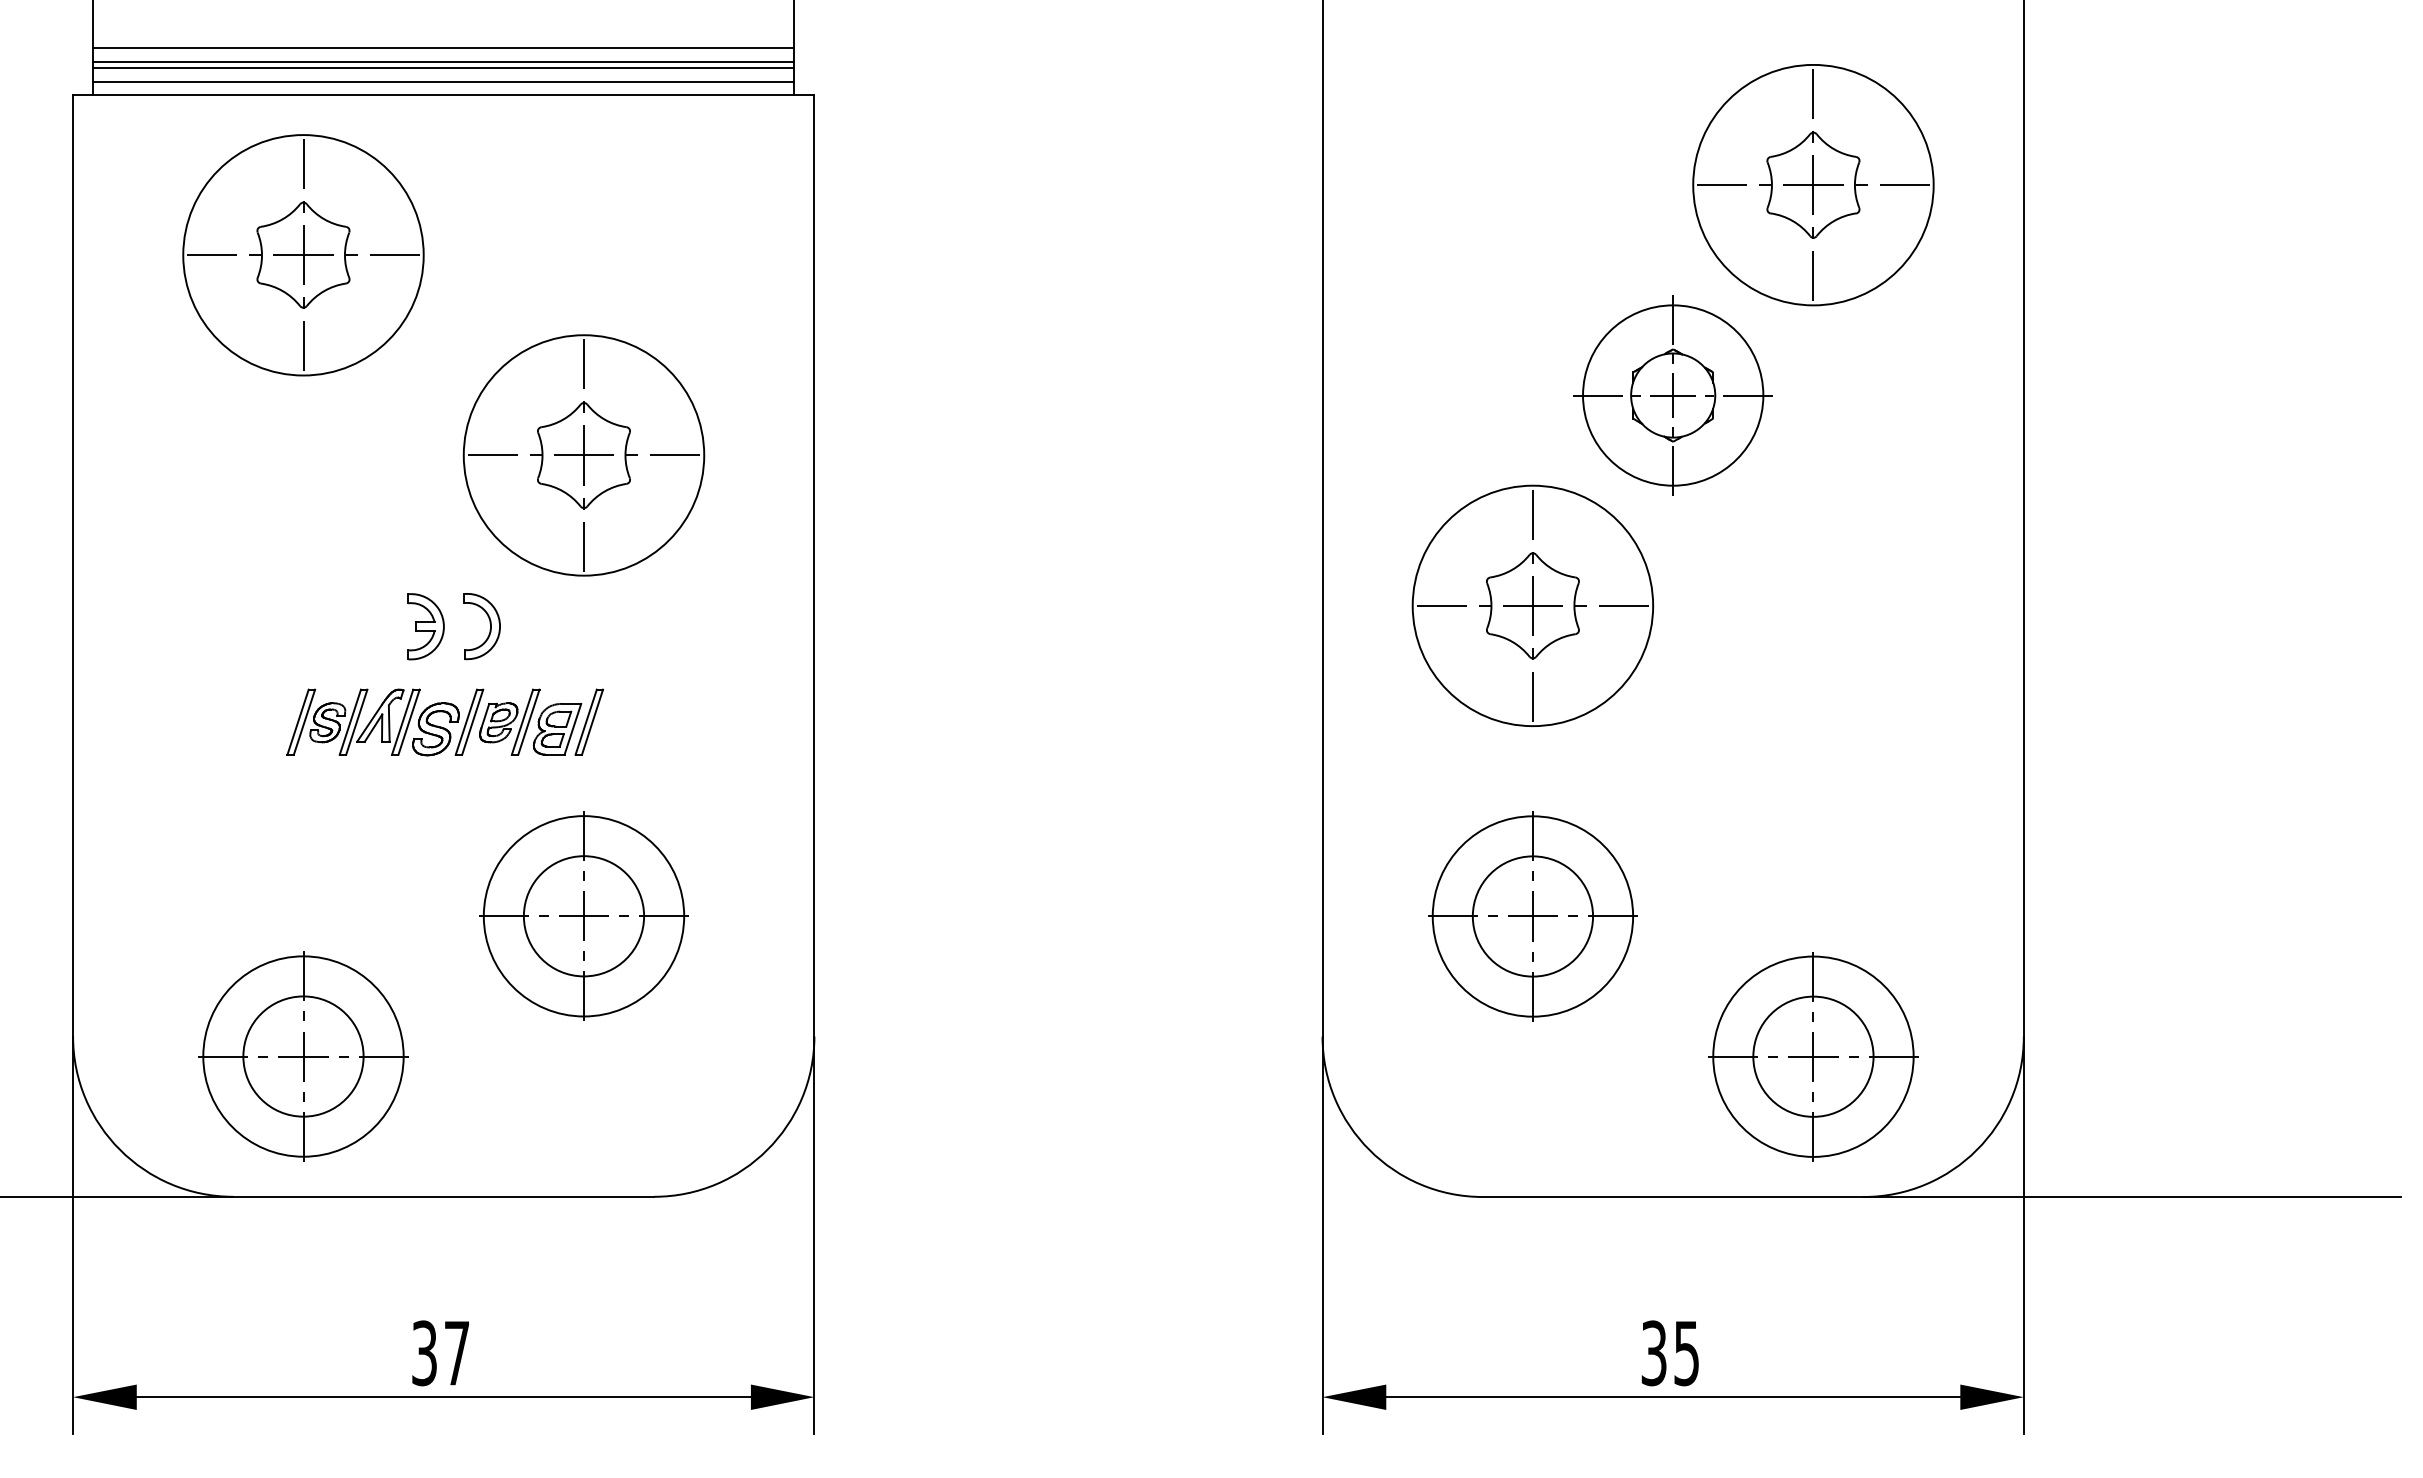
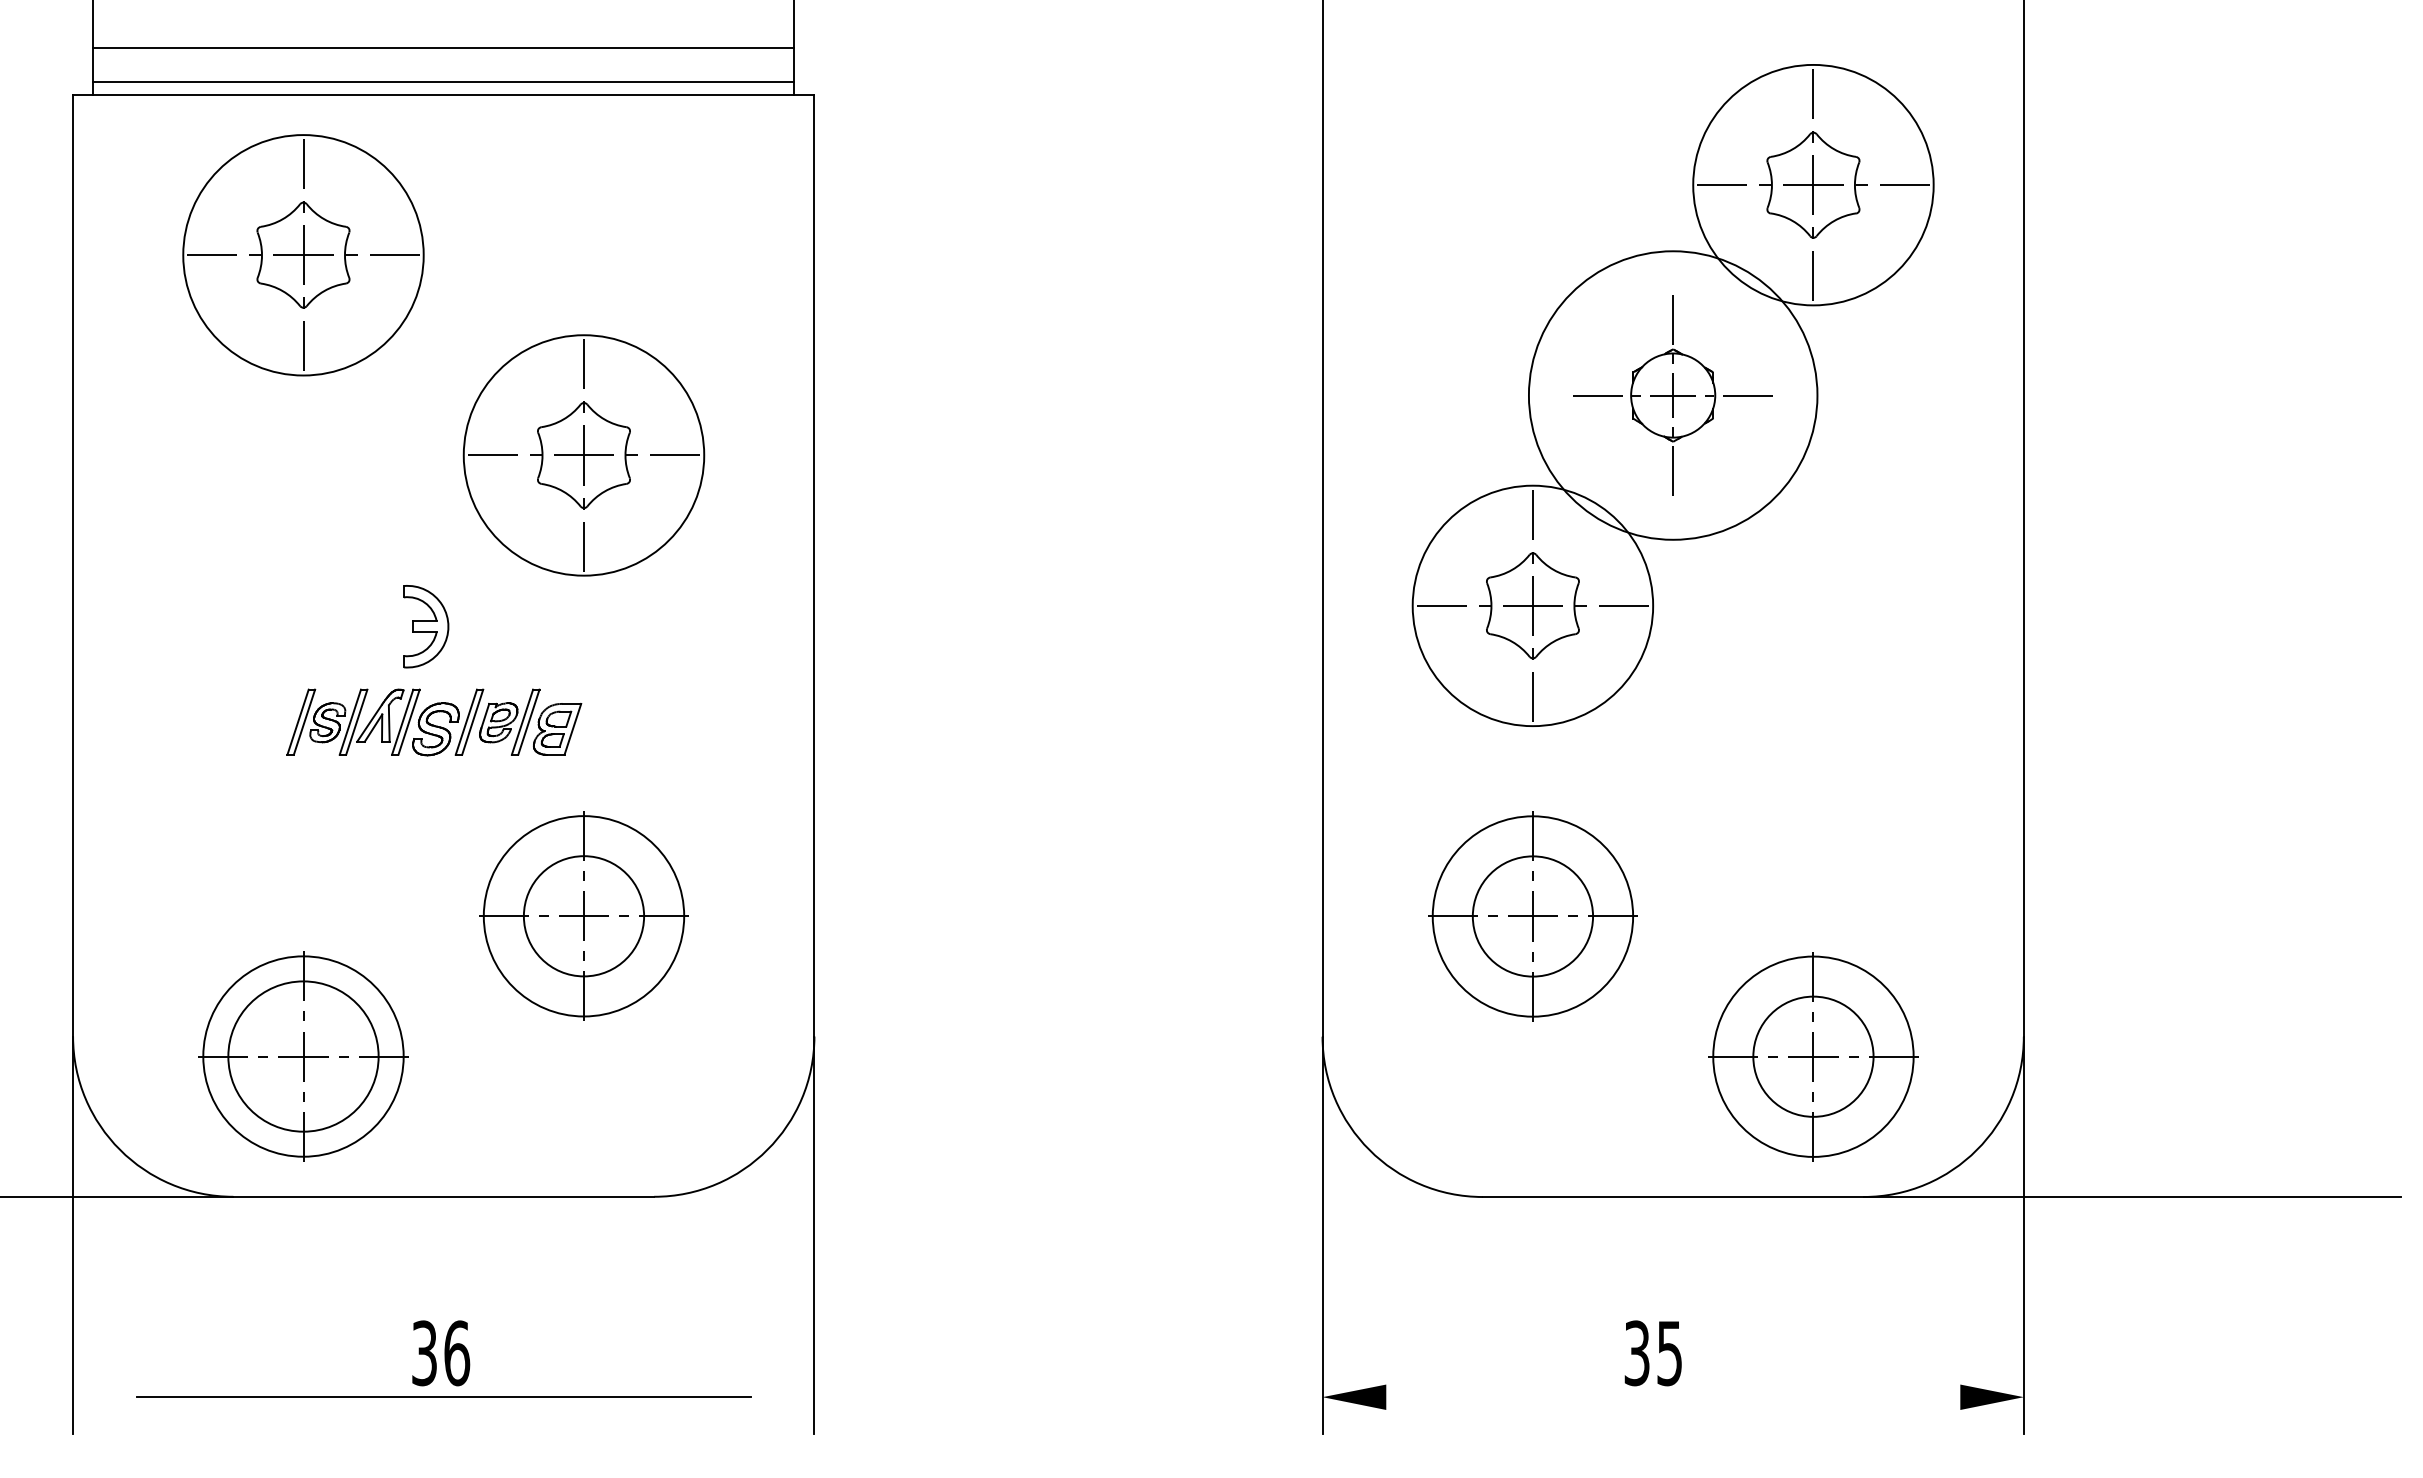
line at (443, 61): present -> none
line at (443, 67): present -> none
circle at (1673, 395) diameter: 180 px -> 289 px
part at (489, 623): present -> none
part at (425, 626) size: 38x68 px -> 47x84 px
part at (588, 721): present -> none
circle at (303, 1056) diameter: 120 px -> 150 px
text at (457, 1353): 37 -> 36
text at (1669, 1353) position: (1669, 1353) -> (1652, 1353)
fill at (104, 1397): present -> none
fill at (782, 1397): present -> none
line at (1673, 1397): present -> none
